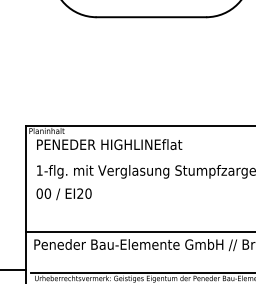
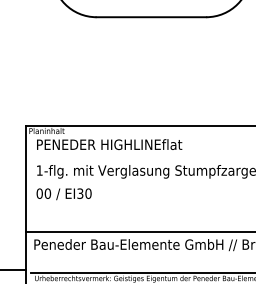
text at (80, 193): EI20 -> EI30
